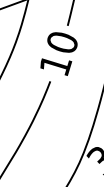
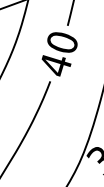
text at (56, 65): 10 -> 40
